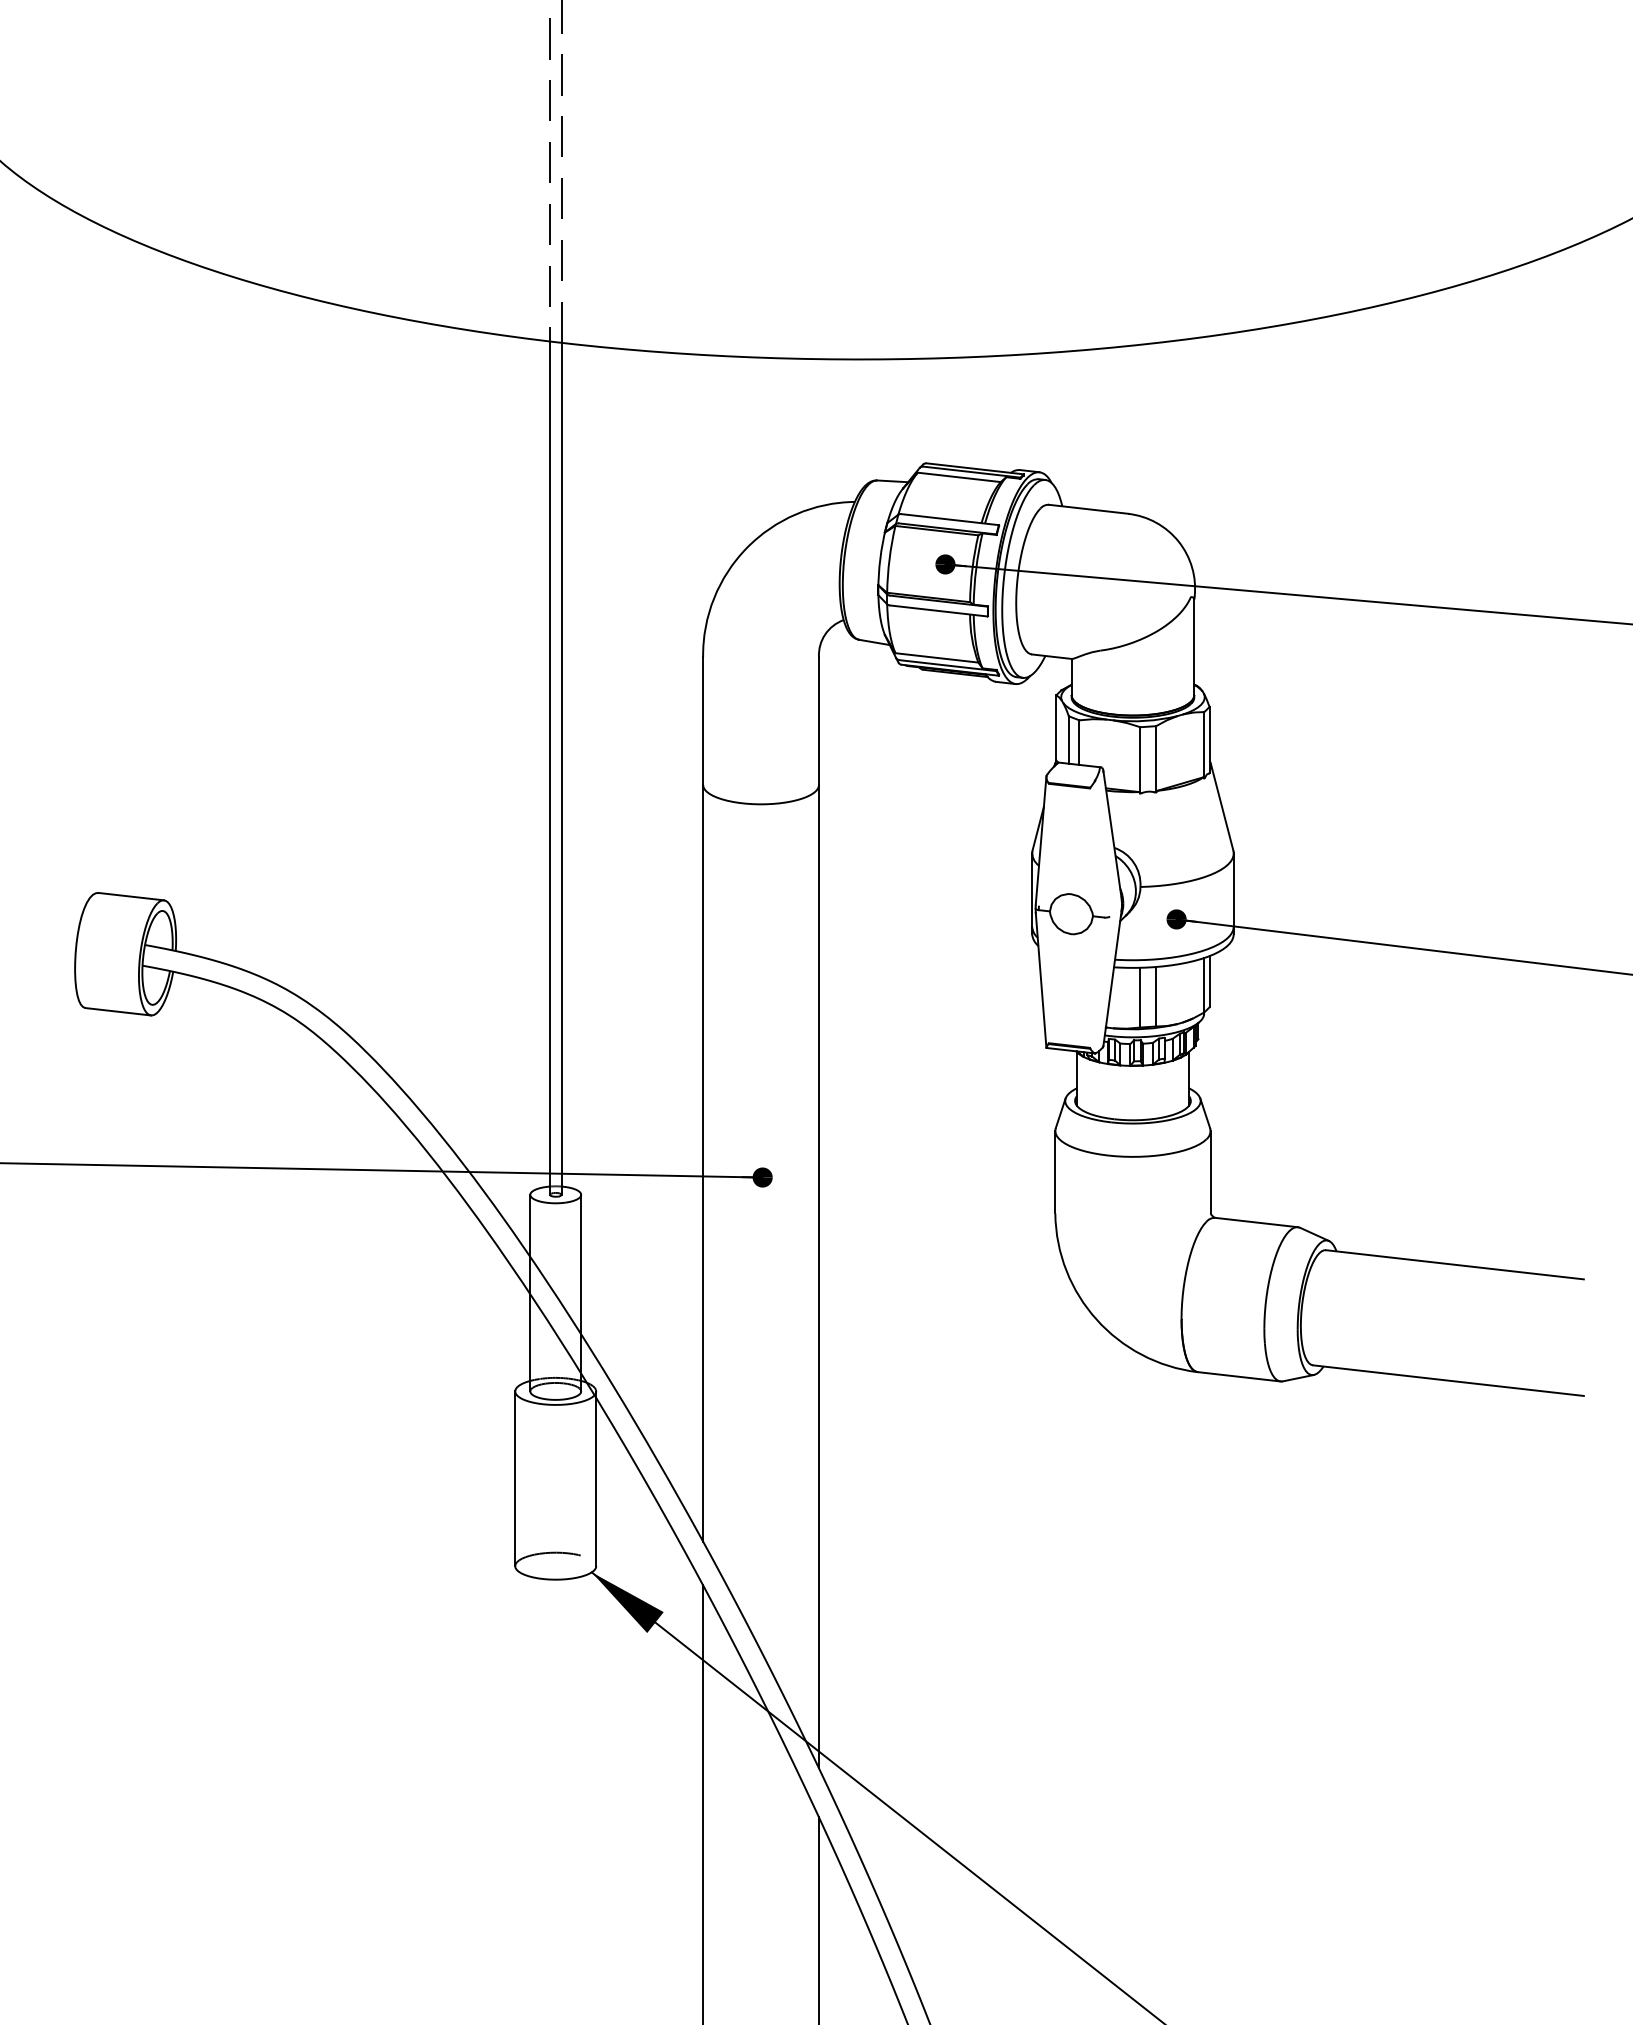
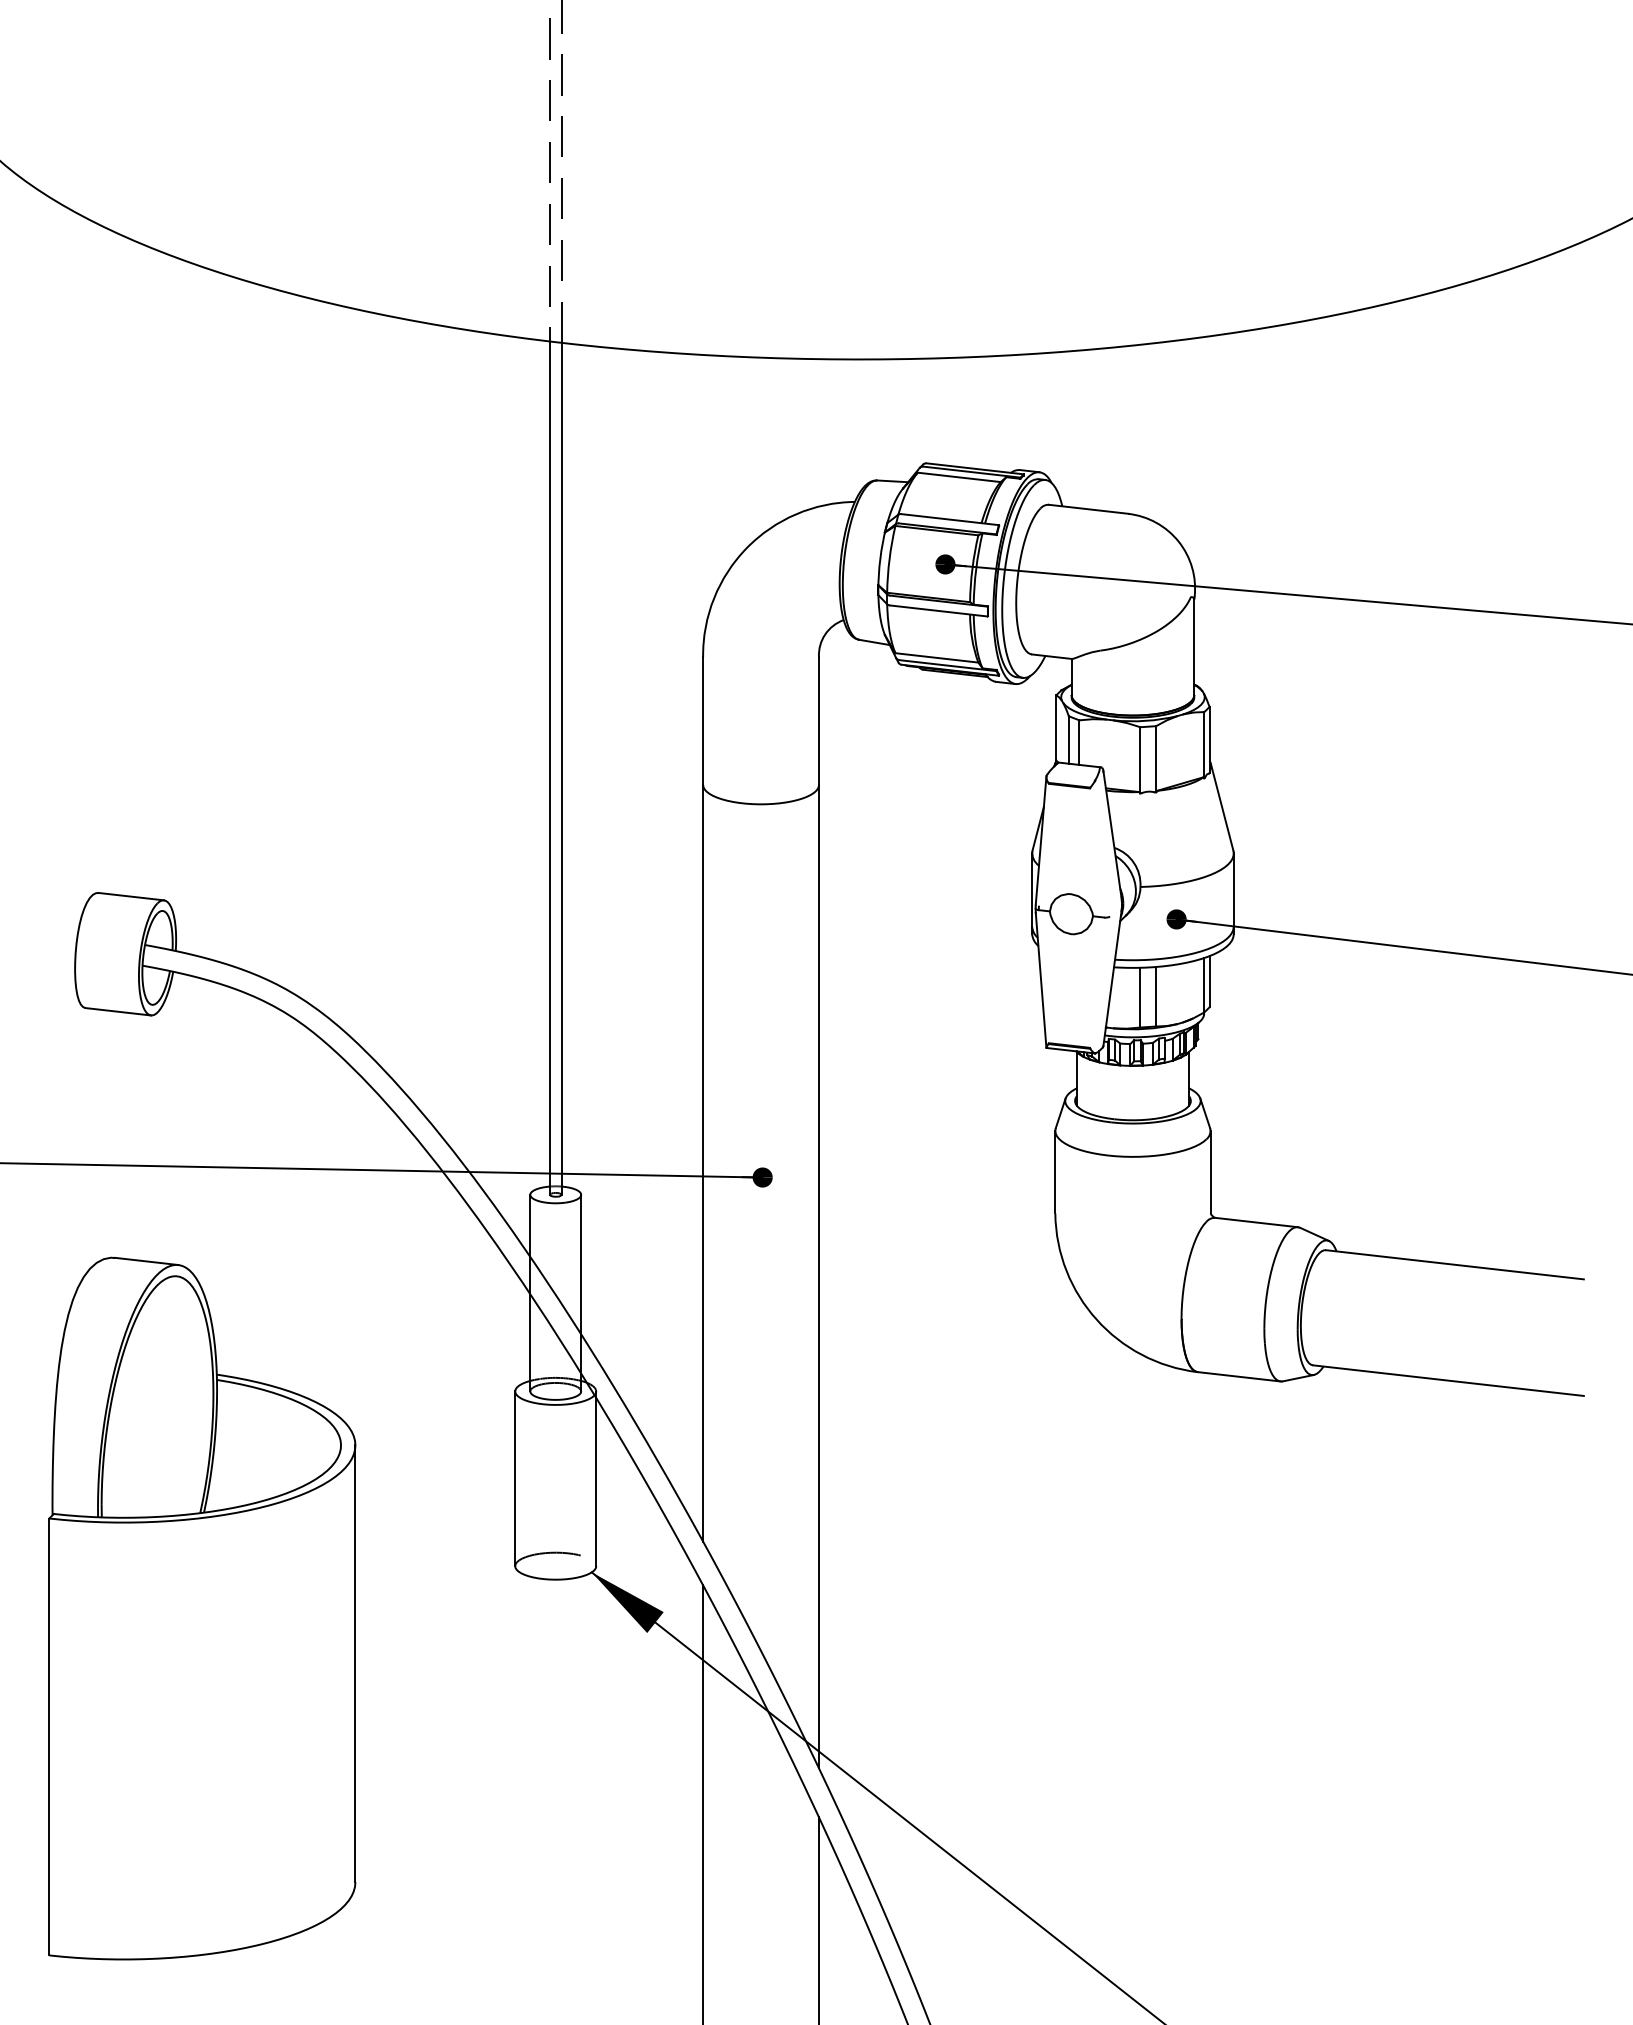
part at (202, 1608): none -> present
